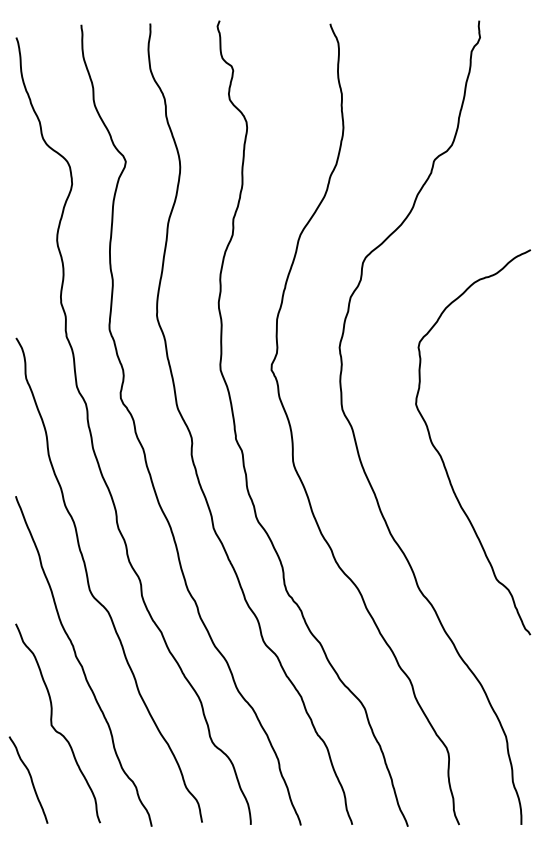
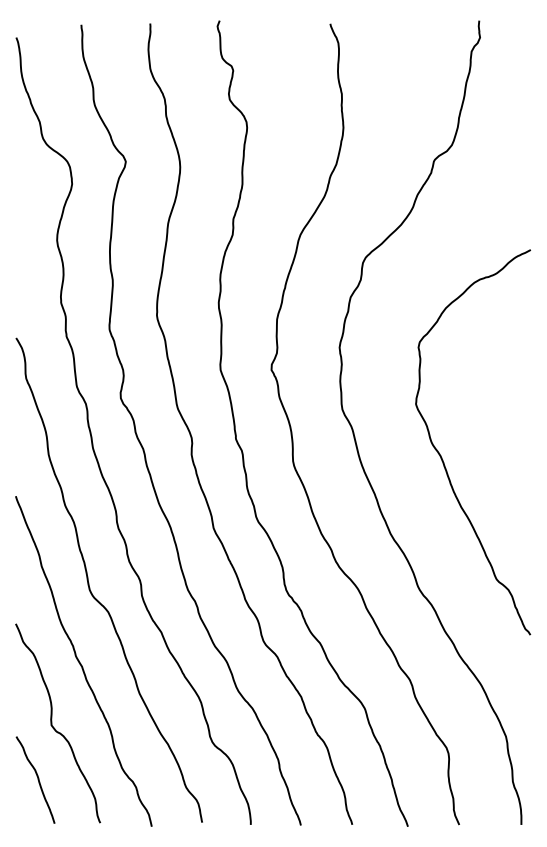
curve at (30, 779) position: (30, 779) -> (37, 779)
